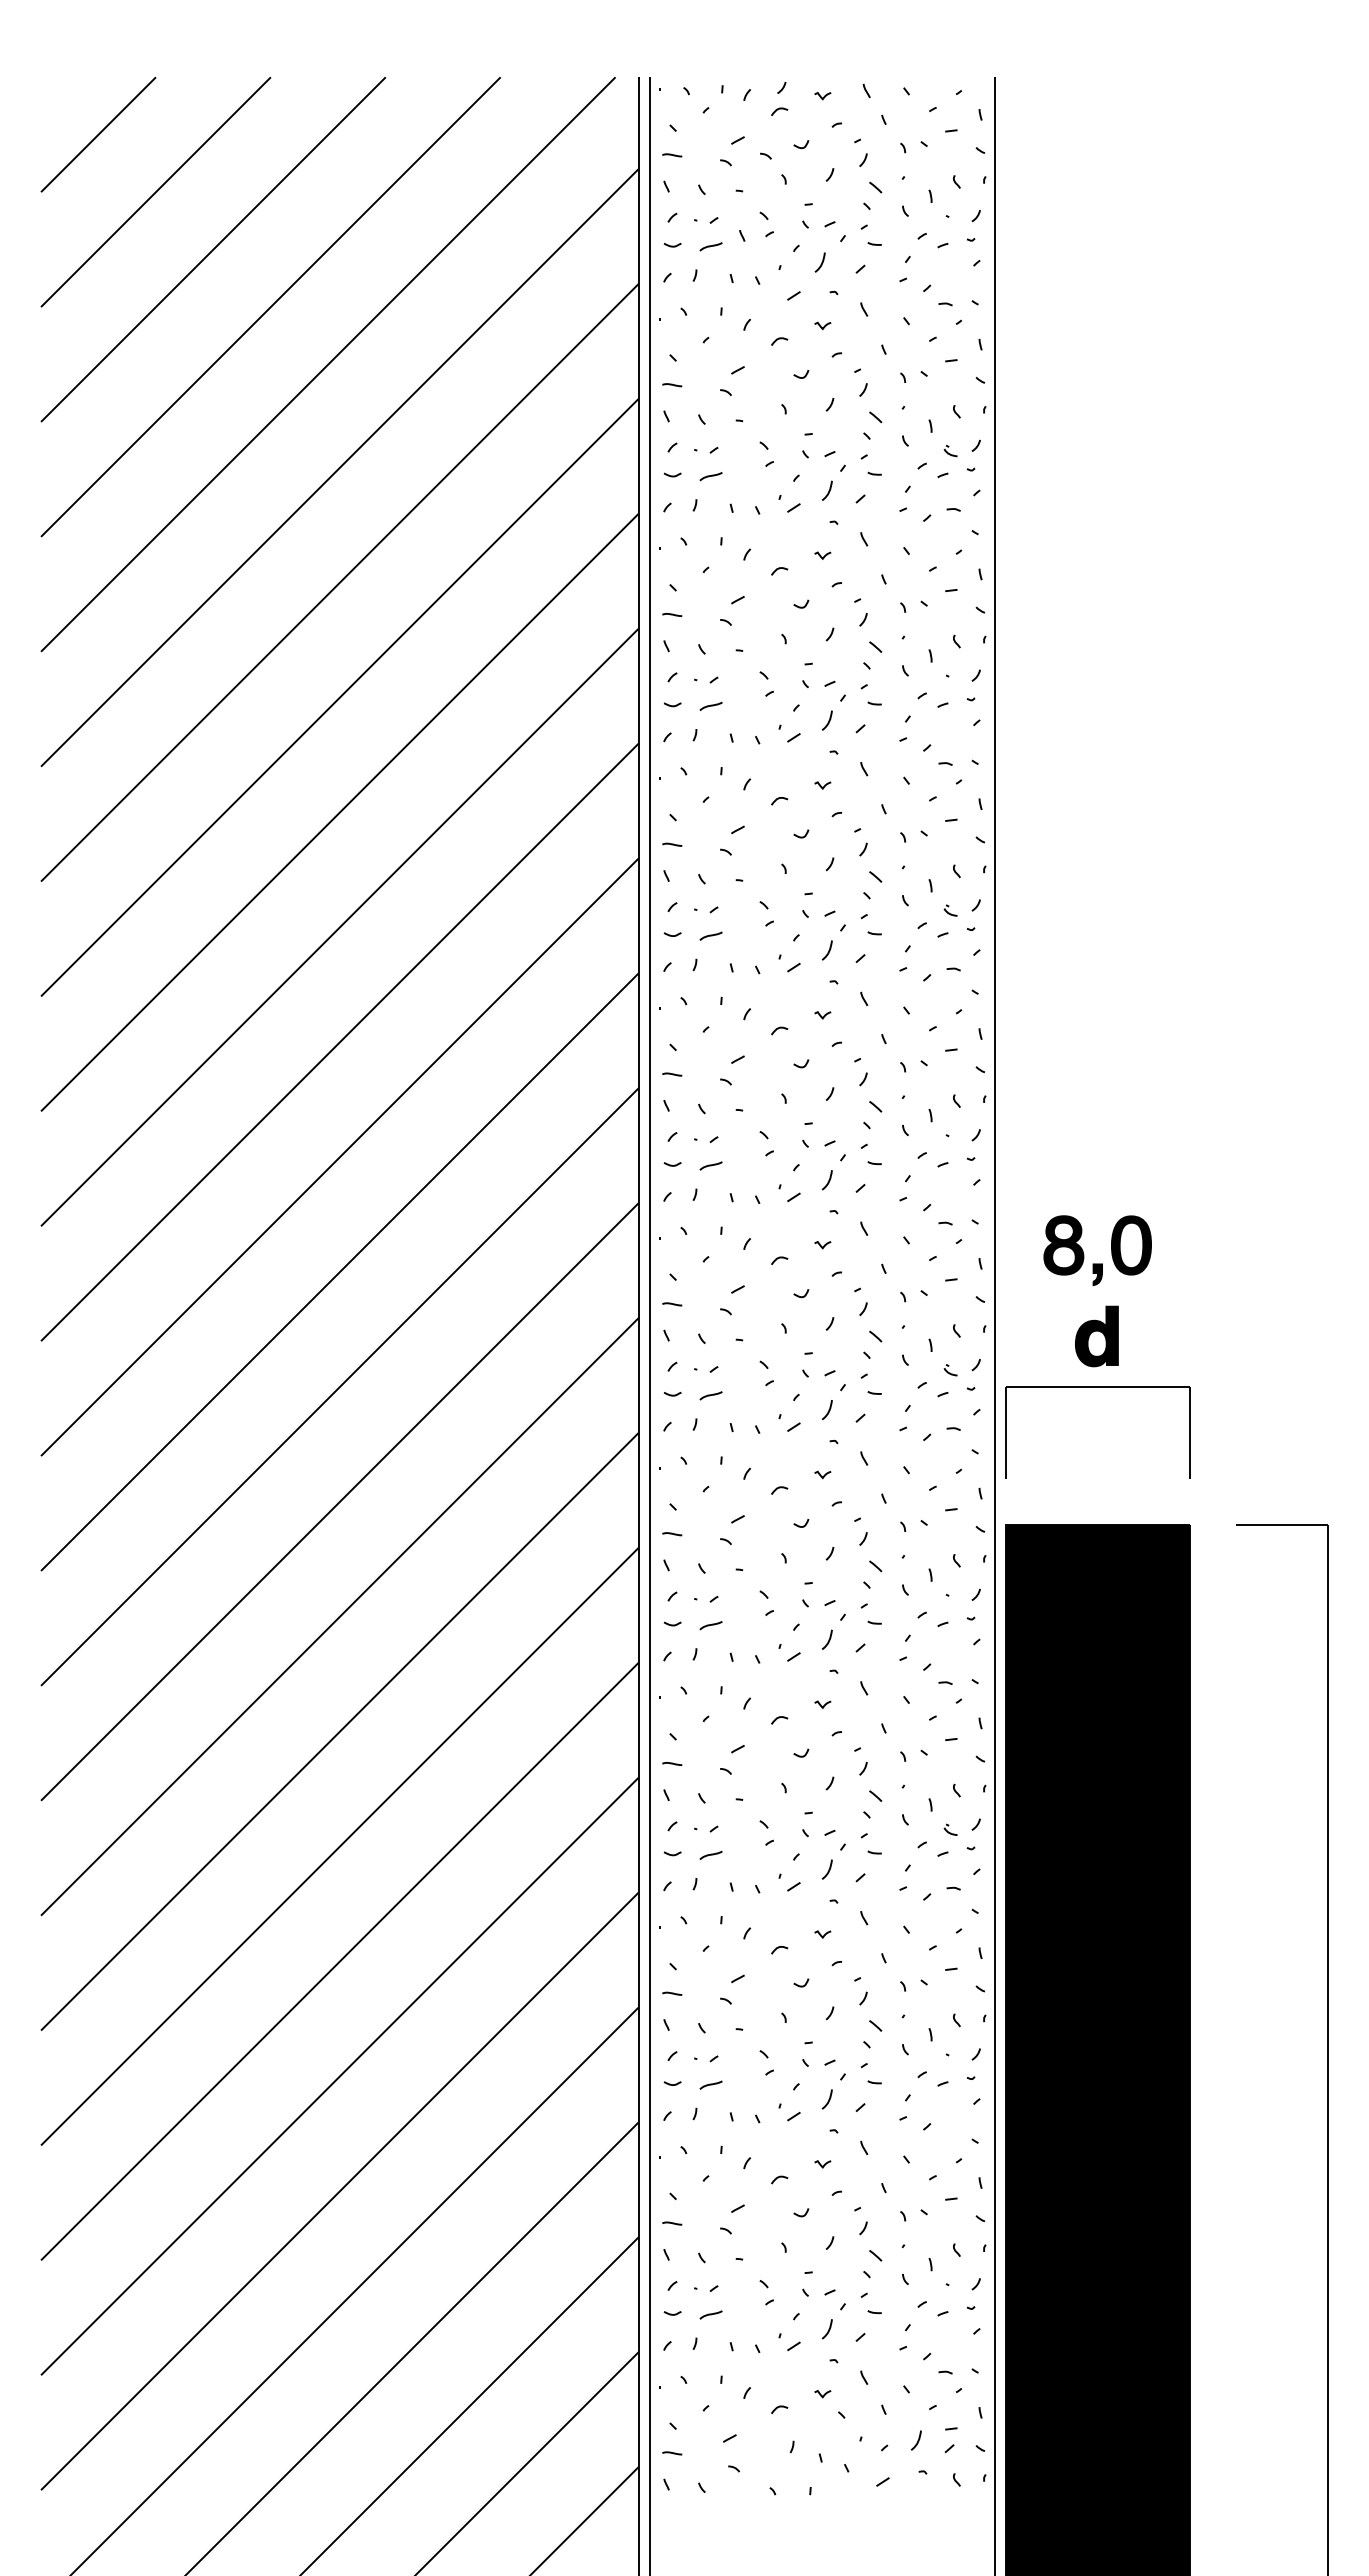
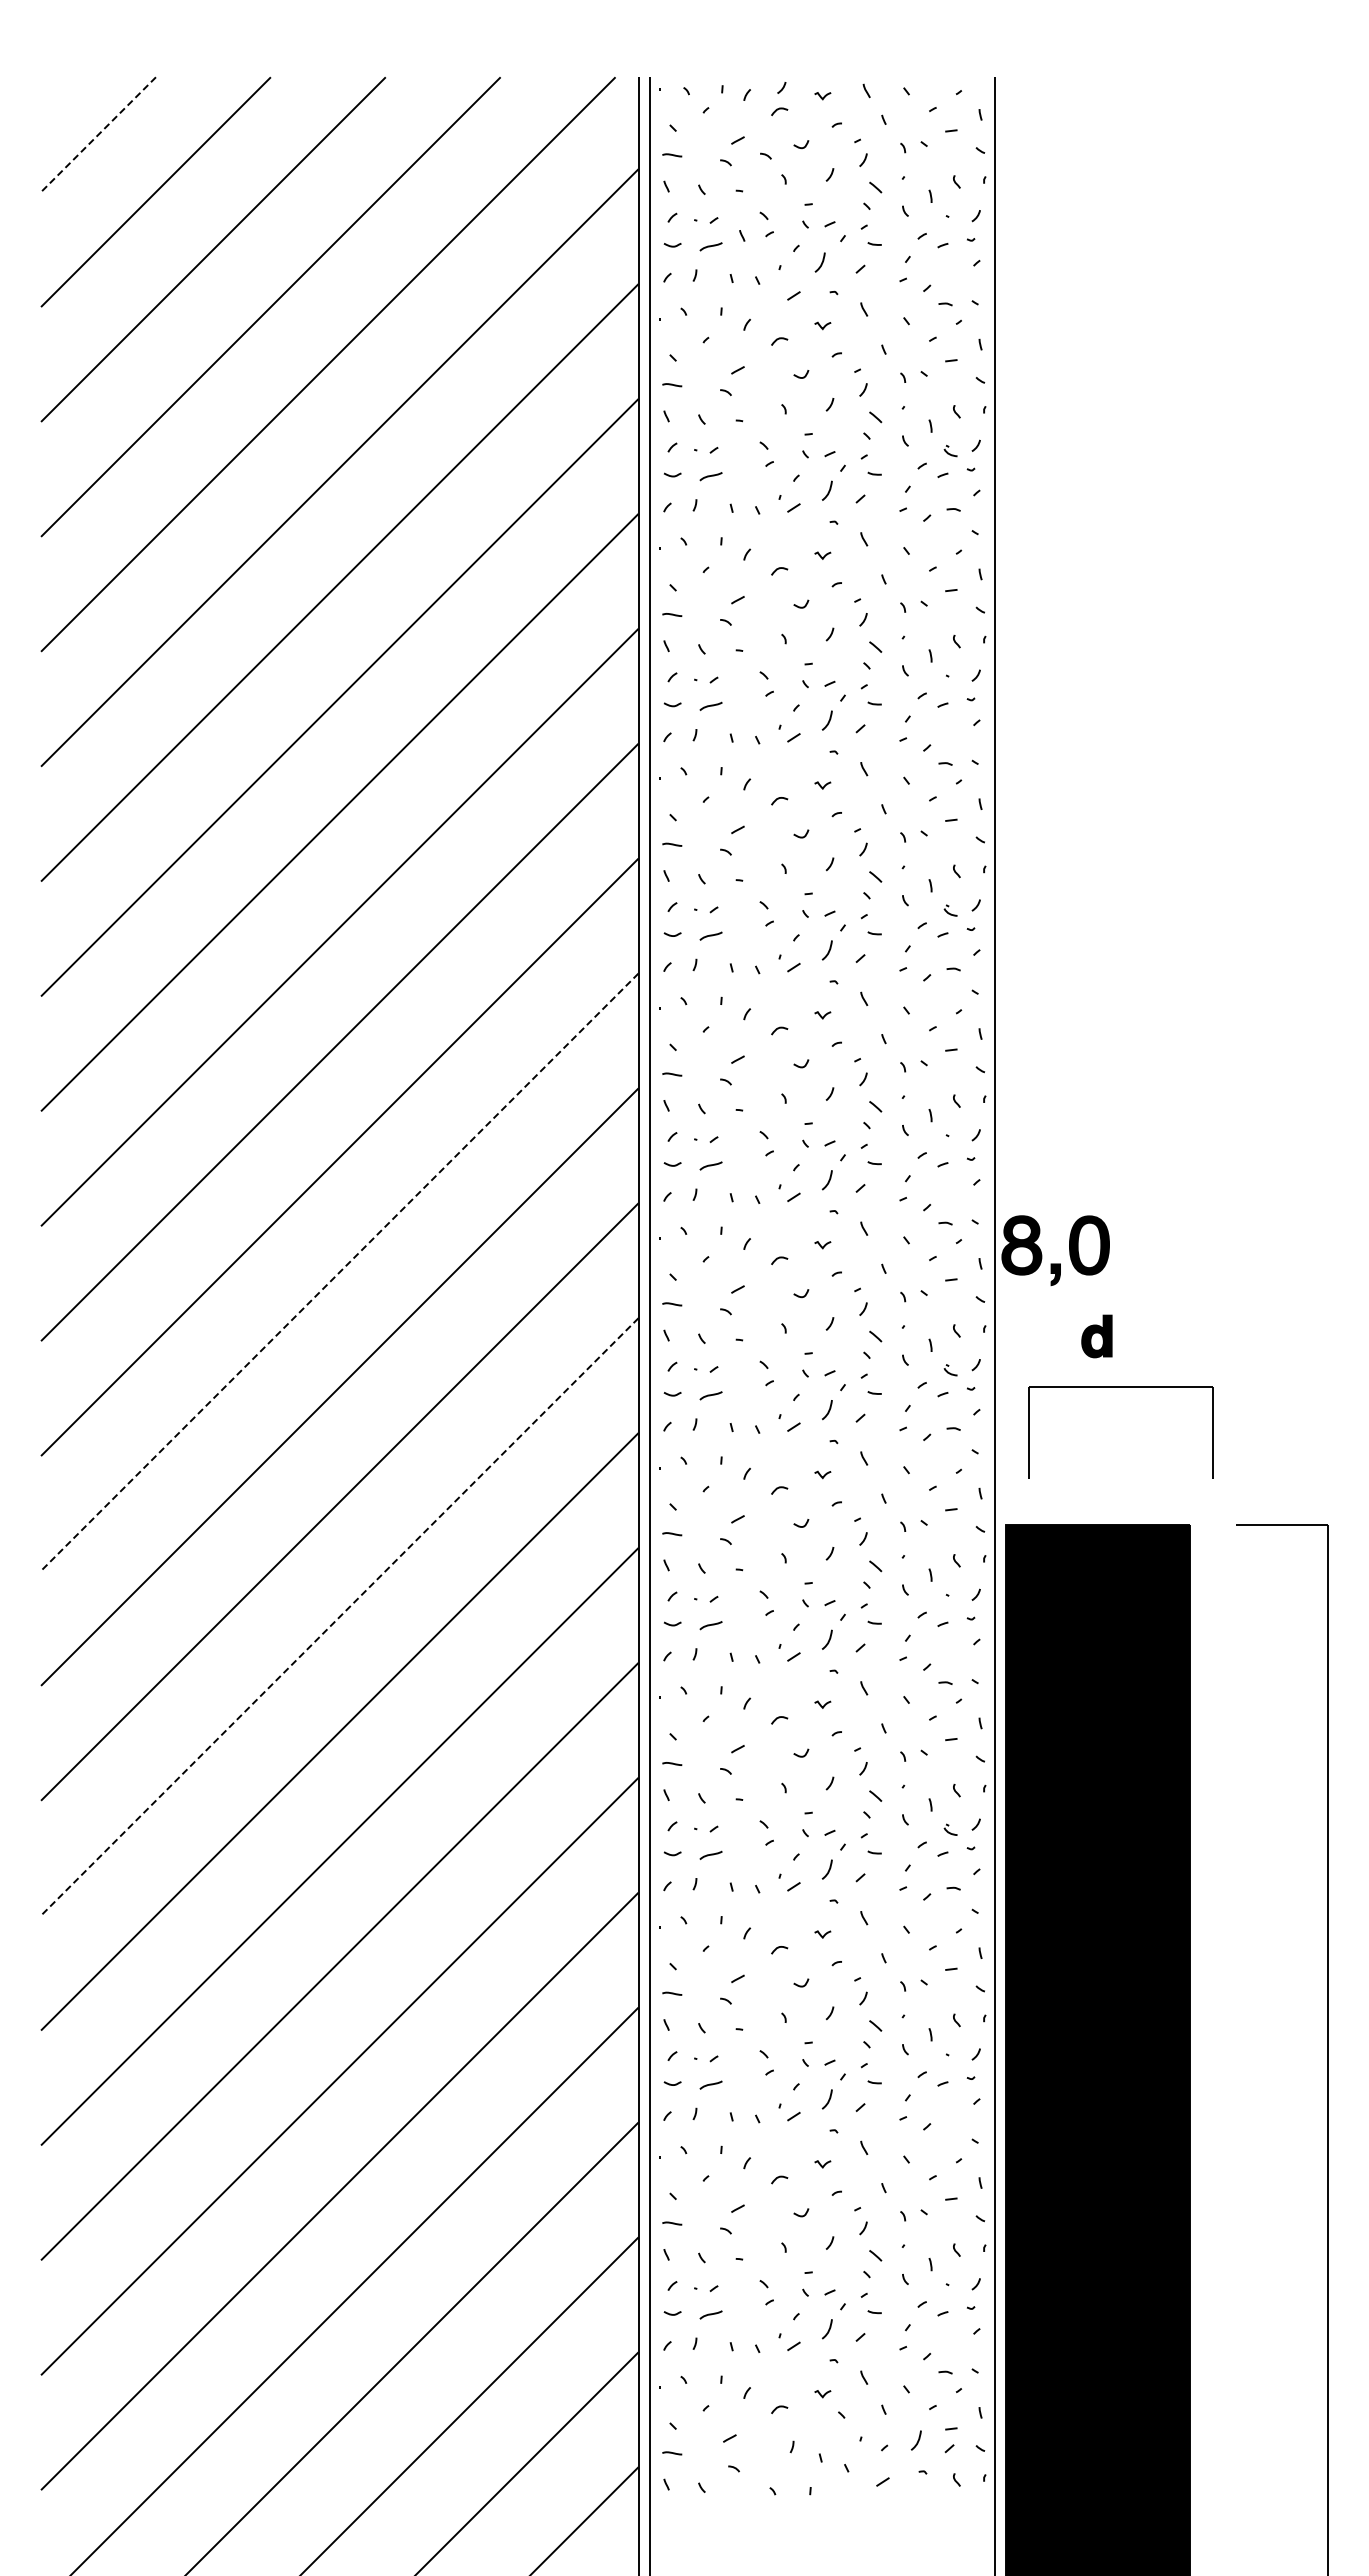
line at (98, 135): solid -> dashed
part at (1097, 1263) position: (1097, 1263) -> (1055, 1263)
line at (339, 1272): solid -> dashed
part at (1096, 1336) size: 44x63 px -> 32x45 px
part at (1097, 1387) position: (1097, 1387) -> (1120, 1387)
line at (339, 1617): solid -> dashed
